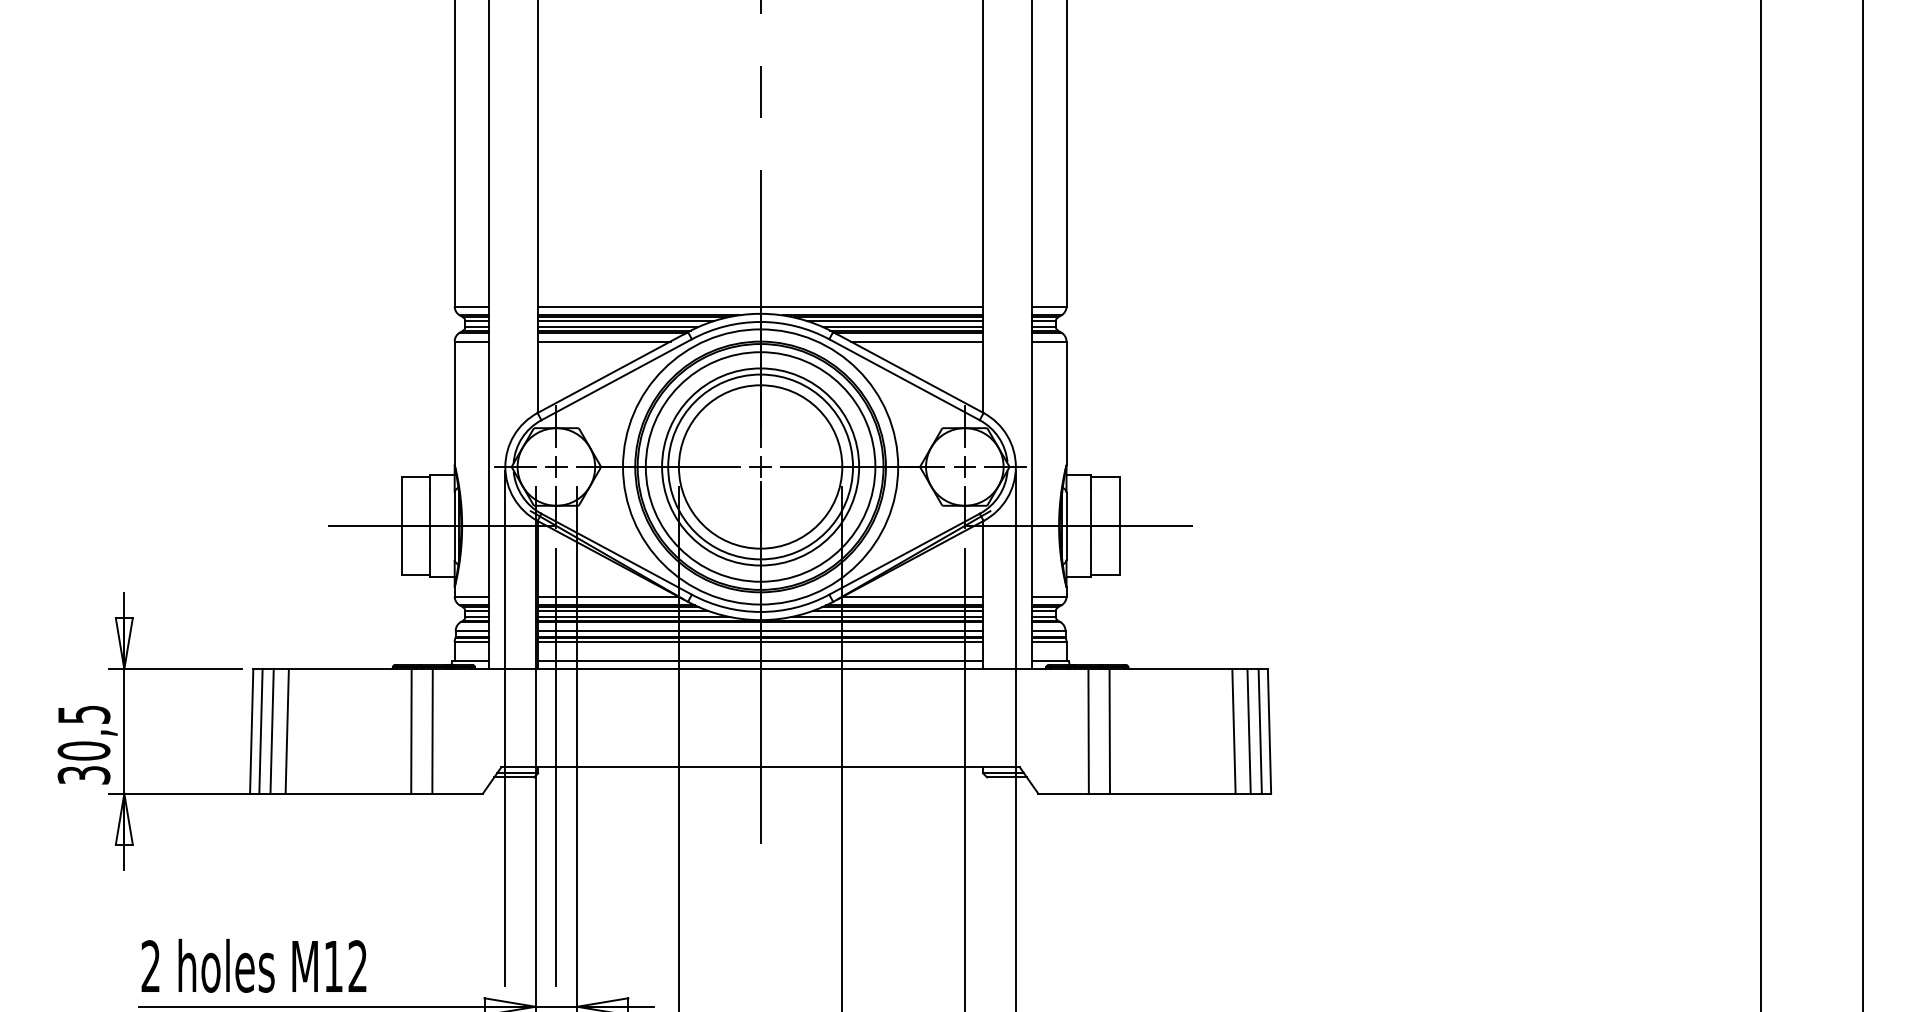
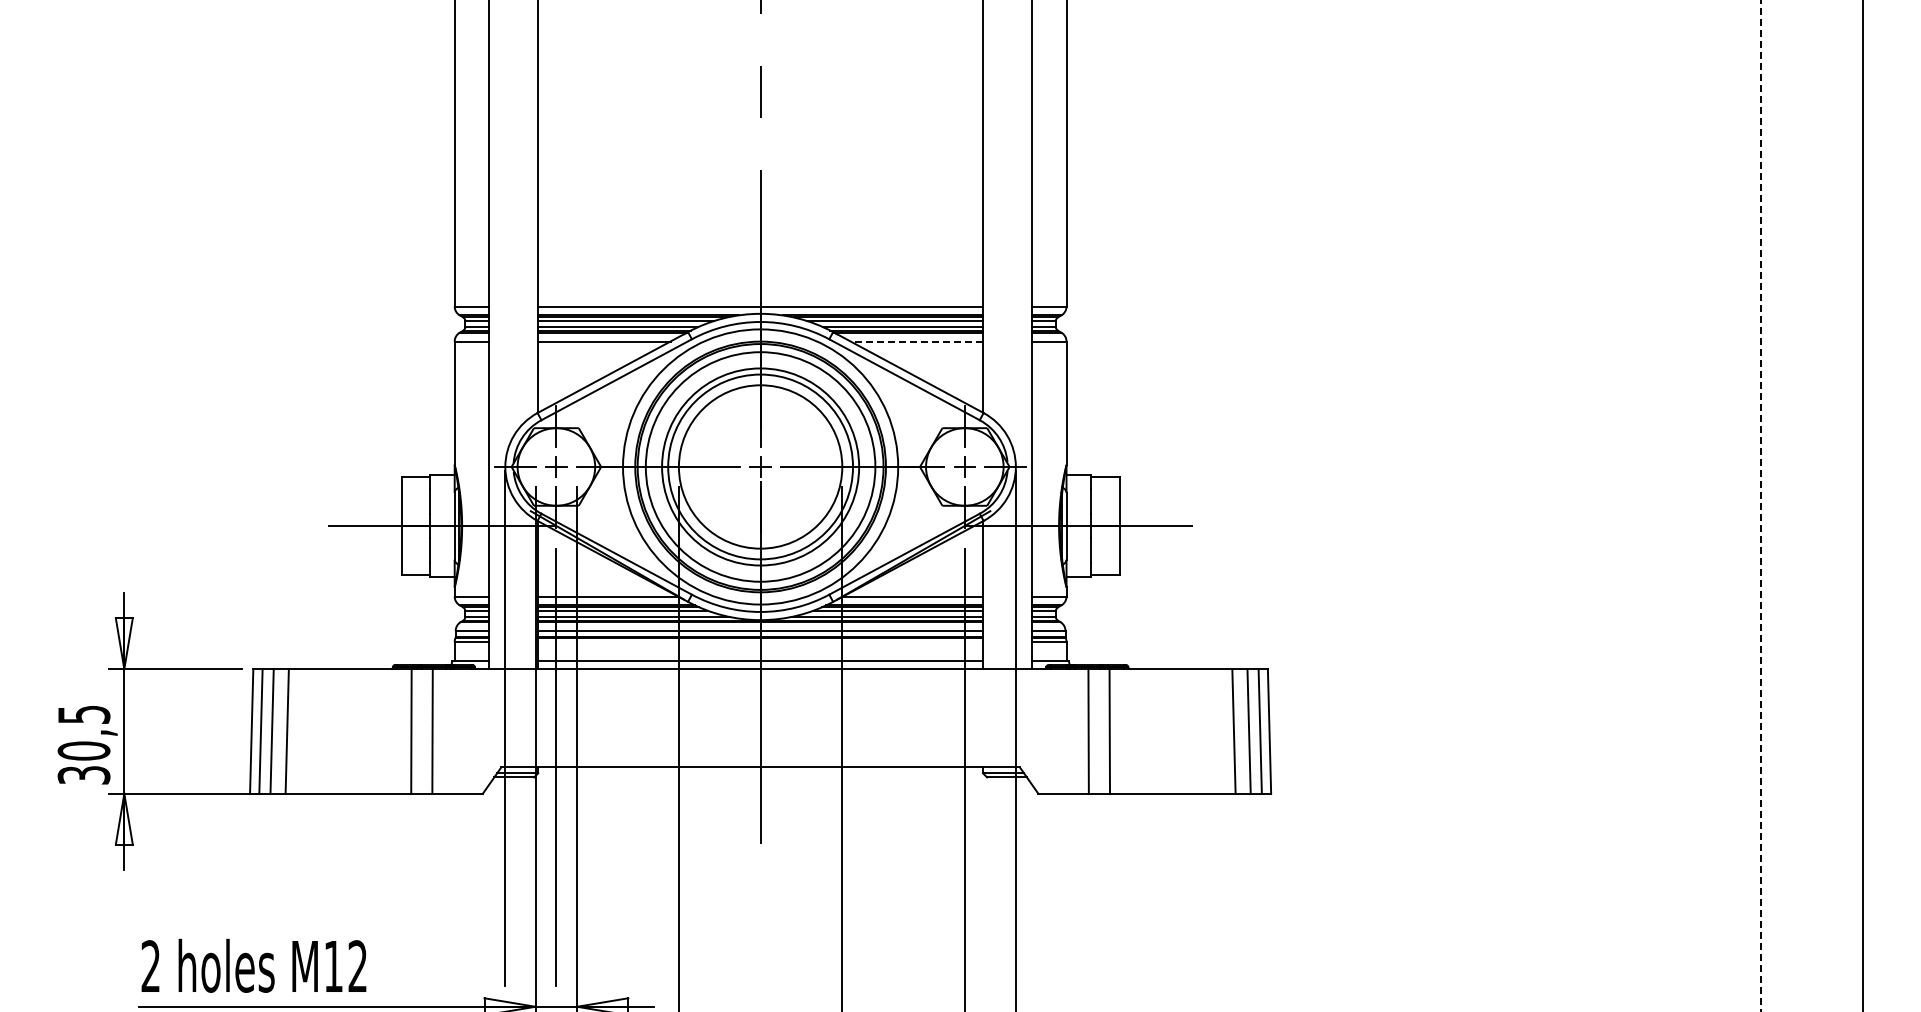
line at (916, 341): solid -> dashed
line at (1761, 506): solid -> dashed
line at (760, 642): present -> none
